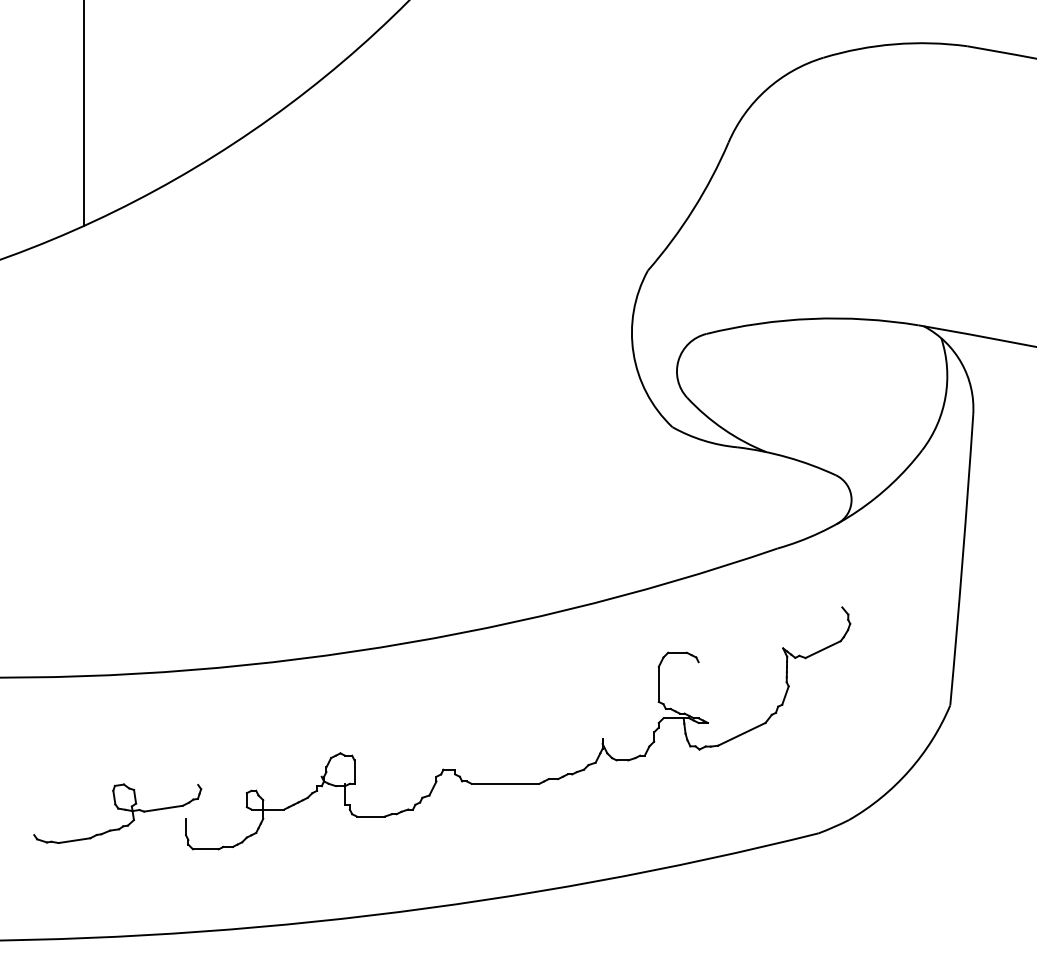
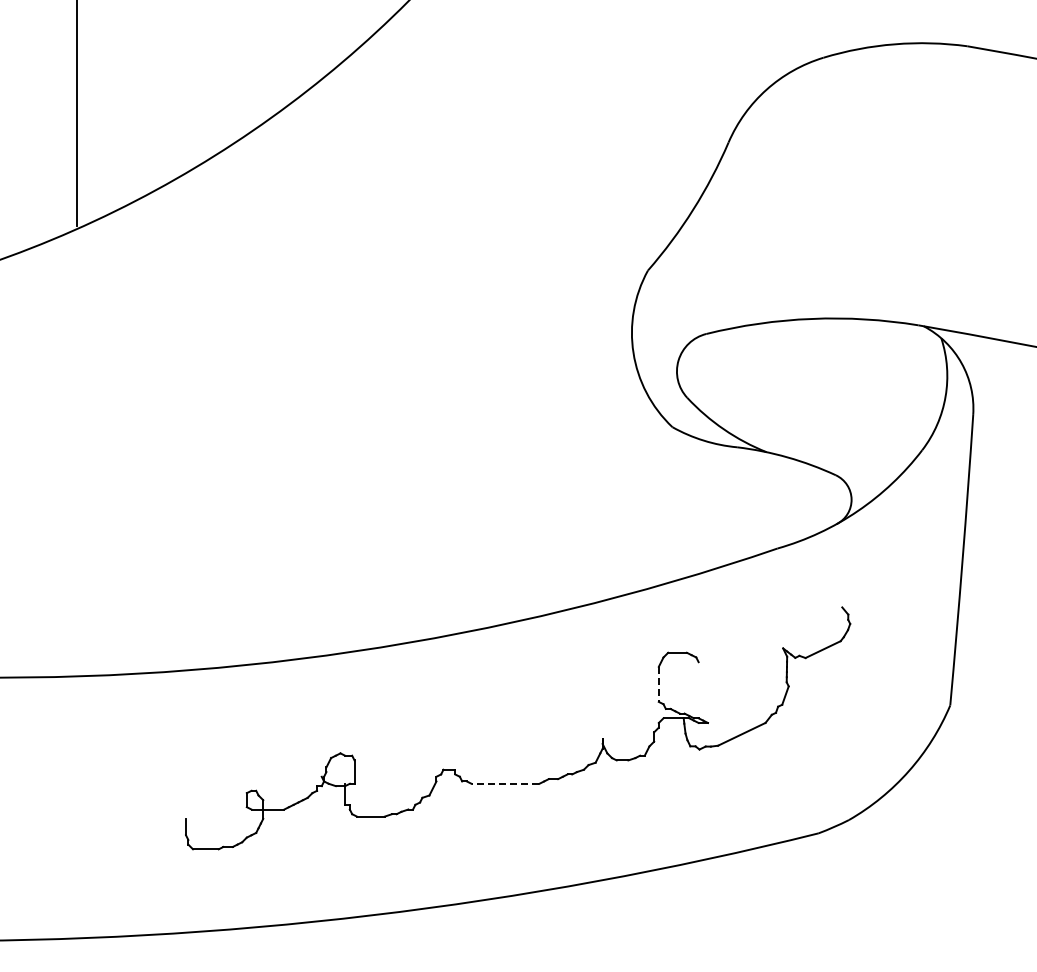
line at (83, 113) position: (83, 113) -> (76, 113)
line at (658, 684): solid -> dashed
line at (505, 783): solid -> dashed
part at (117, 813): present -> none
